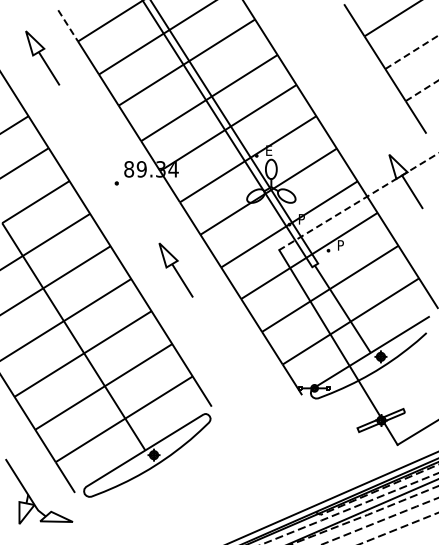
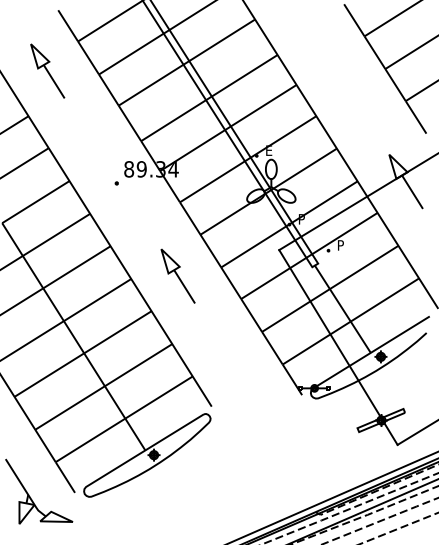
line at (68, 26): dashed -> solid
line at (412, 51): dashed -> solid
part at (42, 57) position: (42, 57) -> (47, 70)
line at (422, 90): dashed -> solid
line at (358, 201): dashed -> solid
part at (175, 269) position: (175, 269) -> (177, 275)
